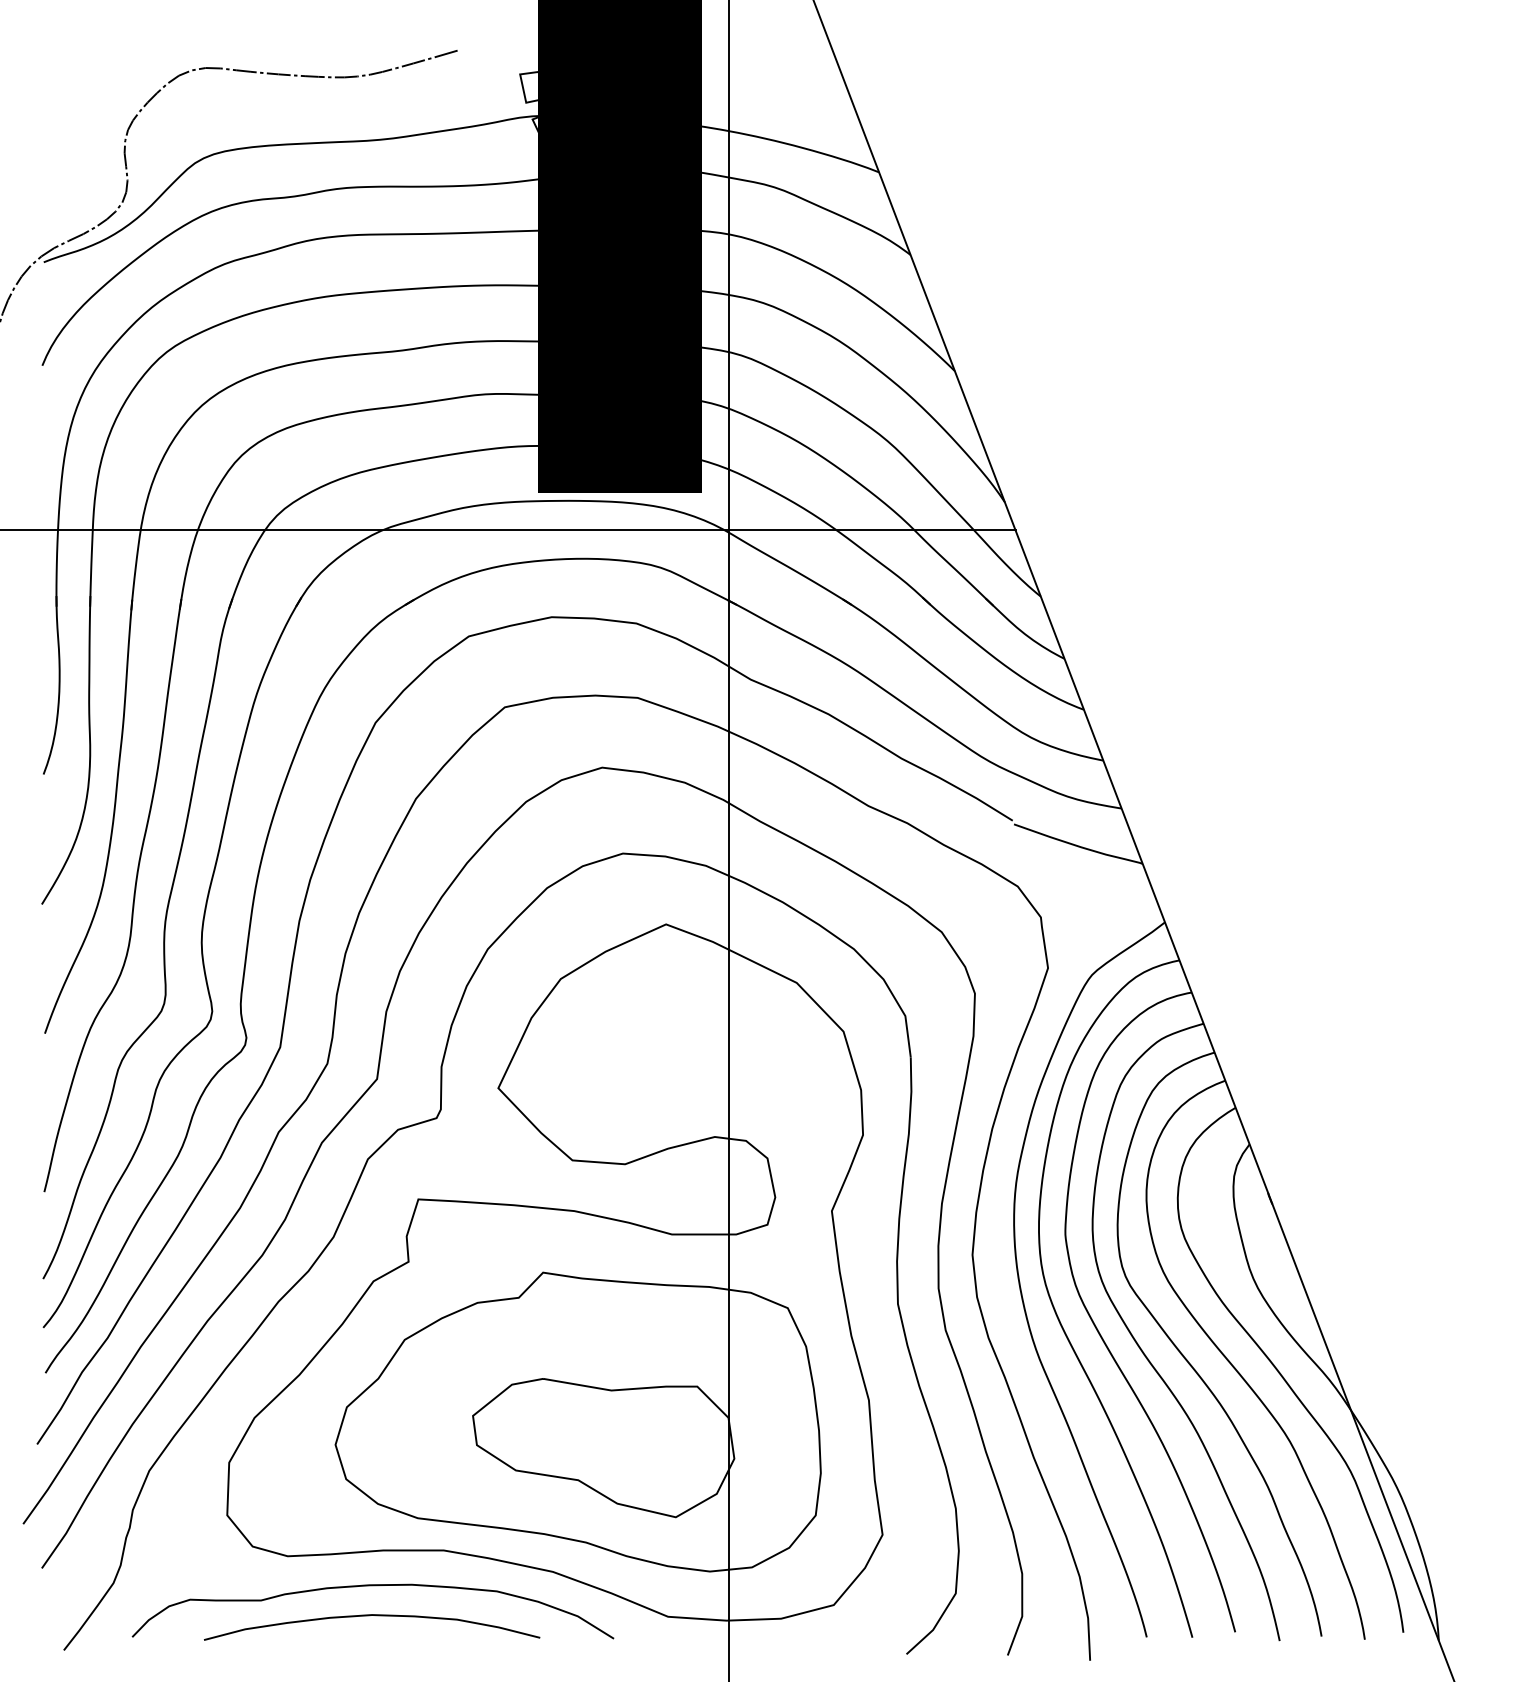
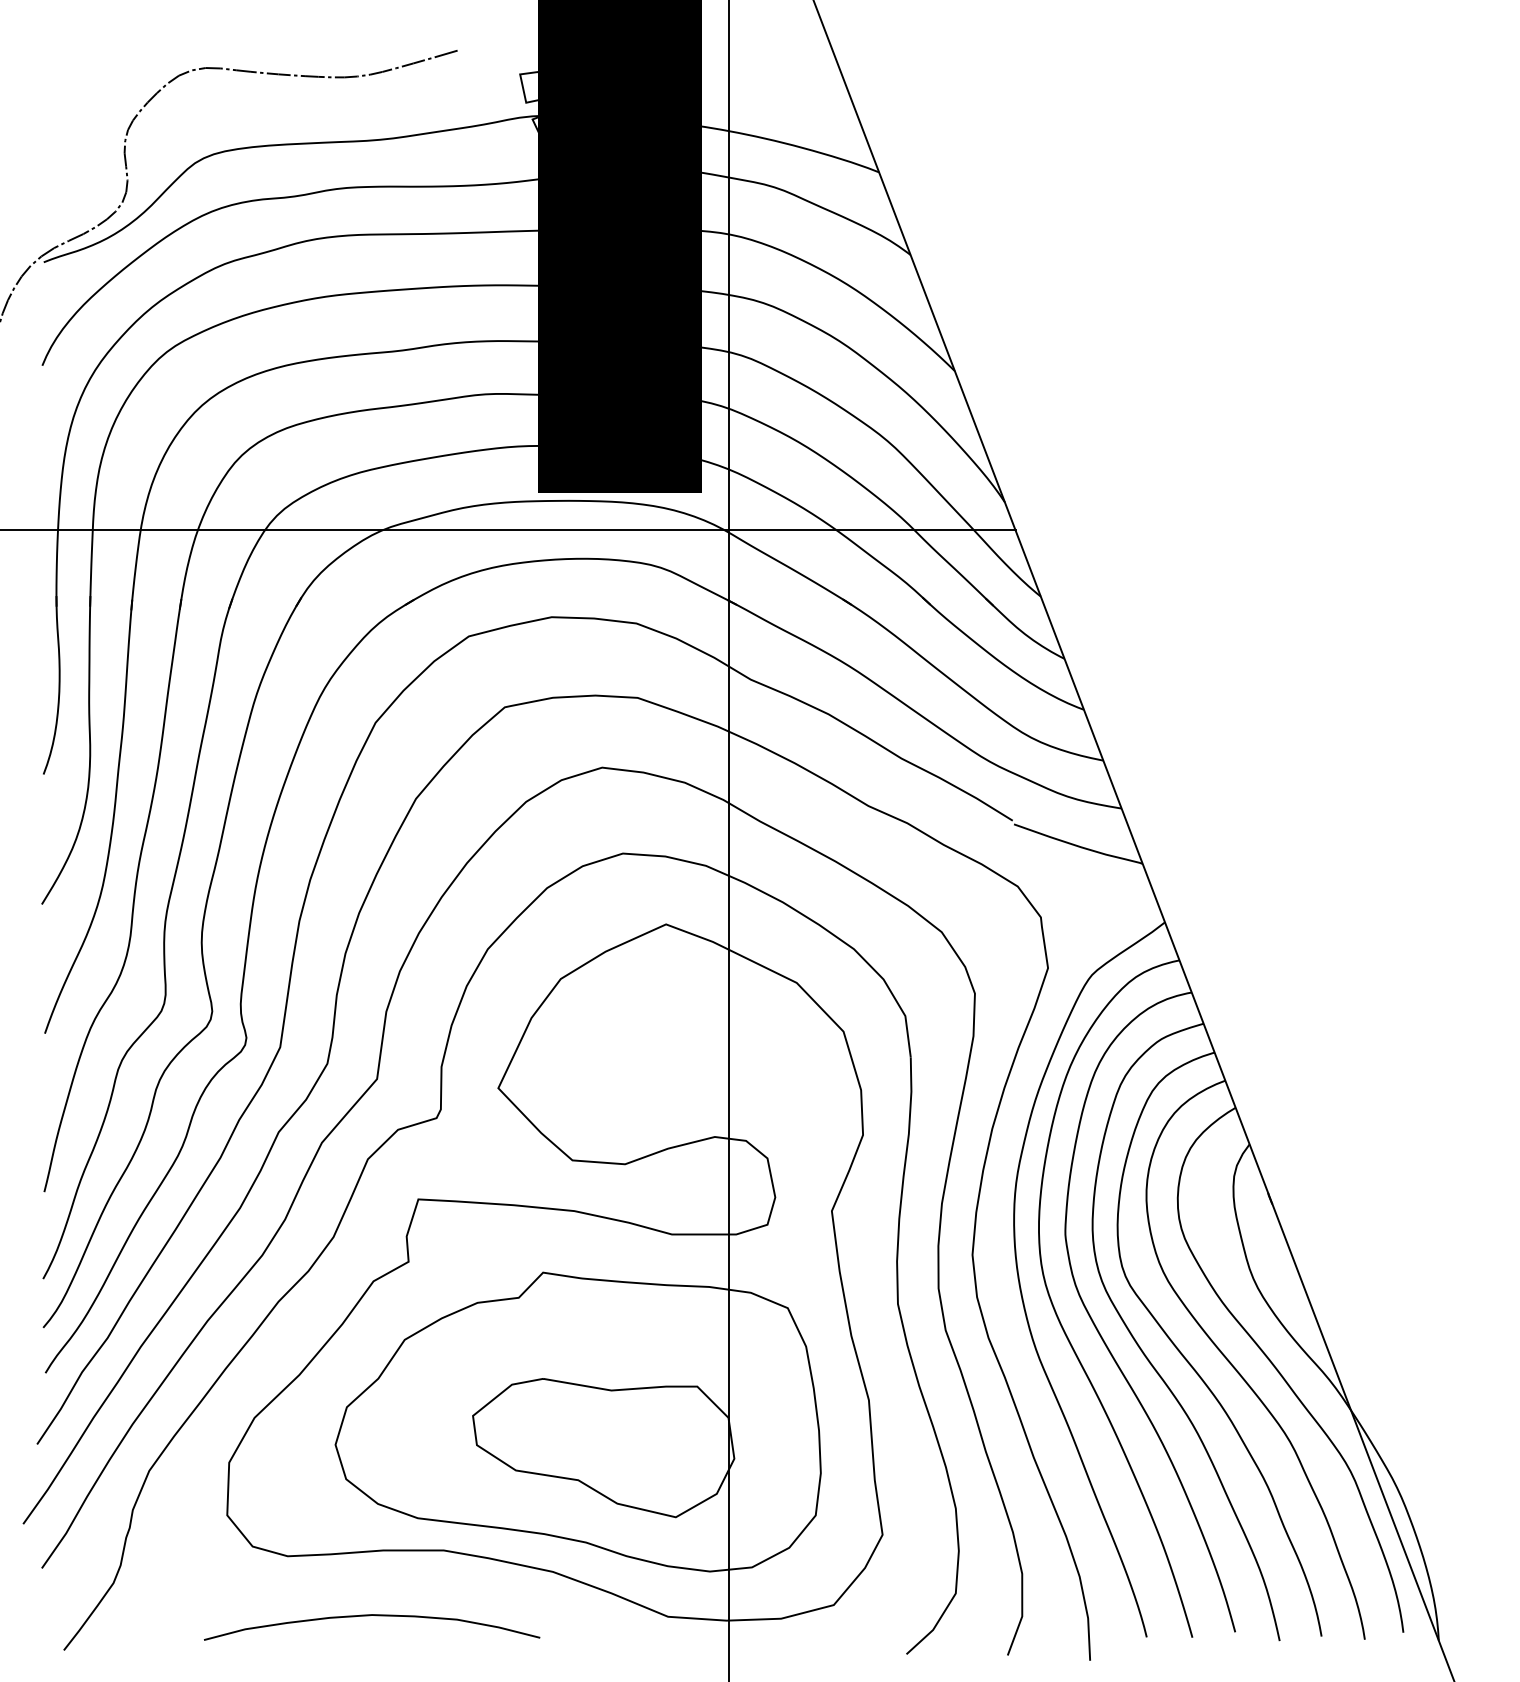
curve at (372, 1586): present -> none
